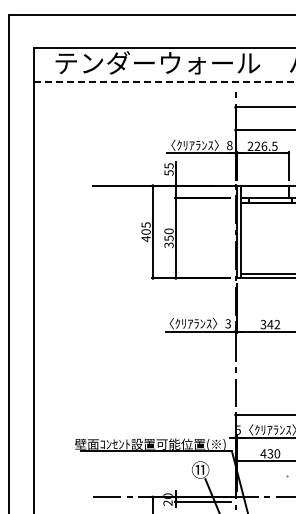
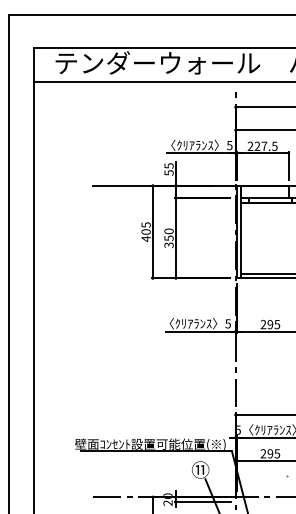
line at (164, 82): dashed -> solid
text at (229, 145): 8 -> 5
text at (264, 145): 226.5 -> 227.5
text at (227, 323): 3 -> 5
text at (270, 324): 342 -> 295
text at (270, 453): 430 -> 295
